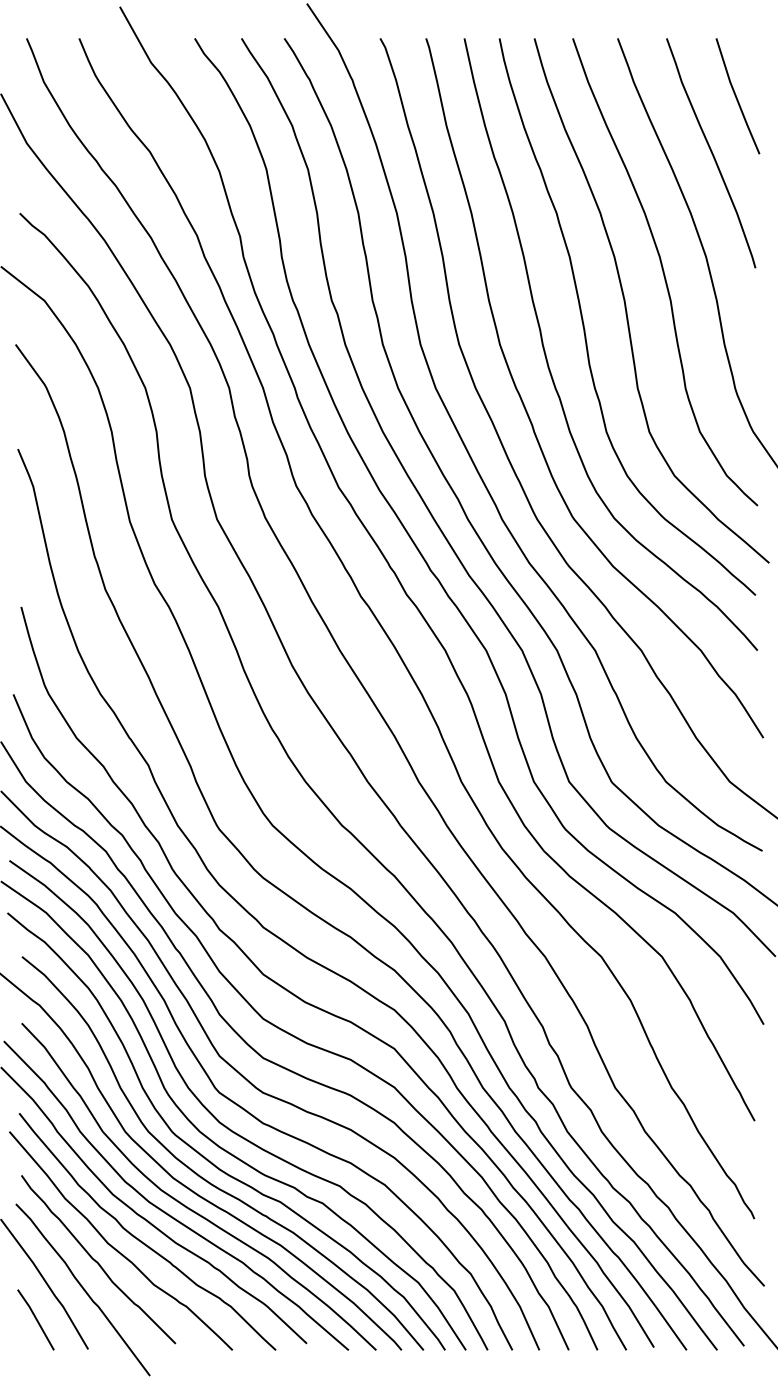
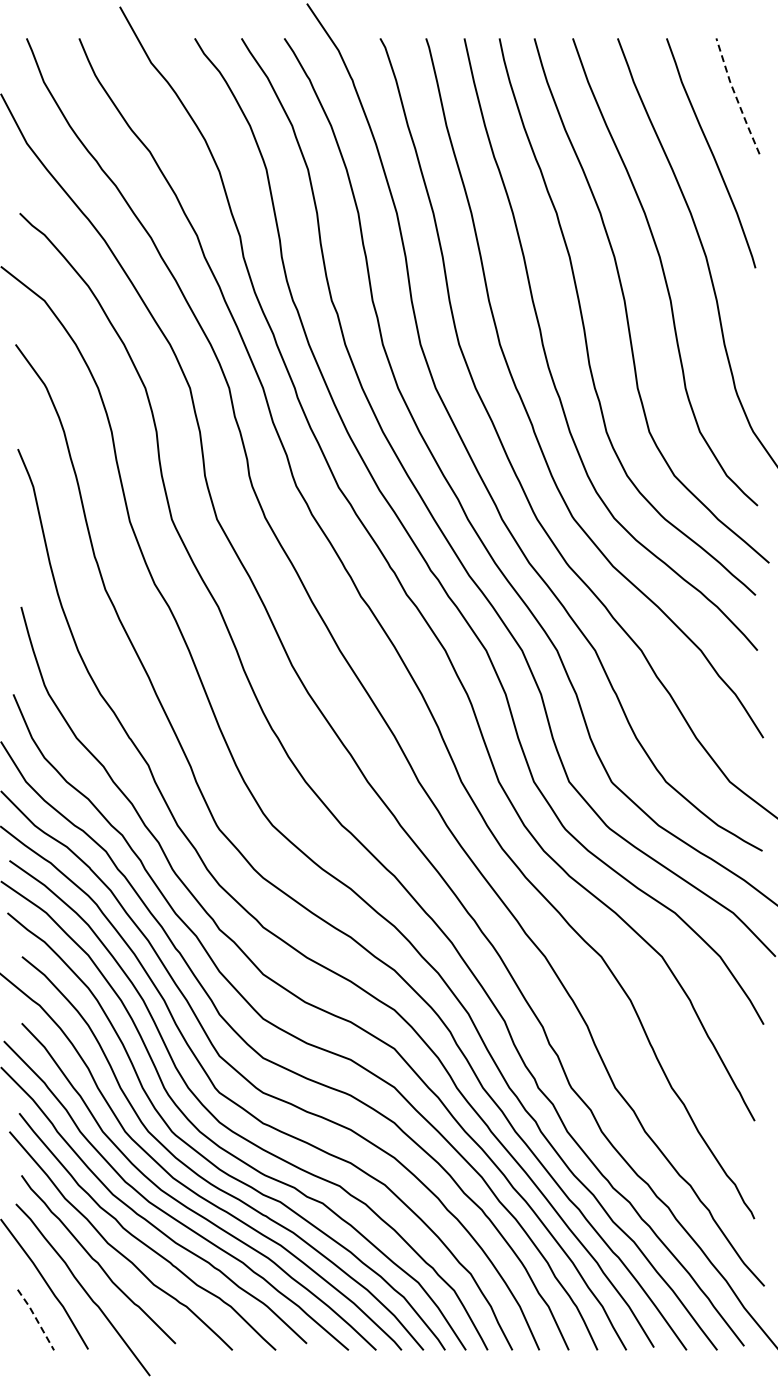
line at (736, 96): solid -> dashed
line at (36, 1319): solid -> dashed
